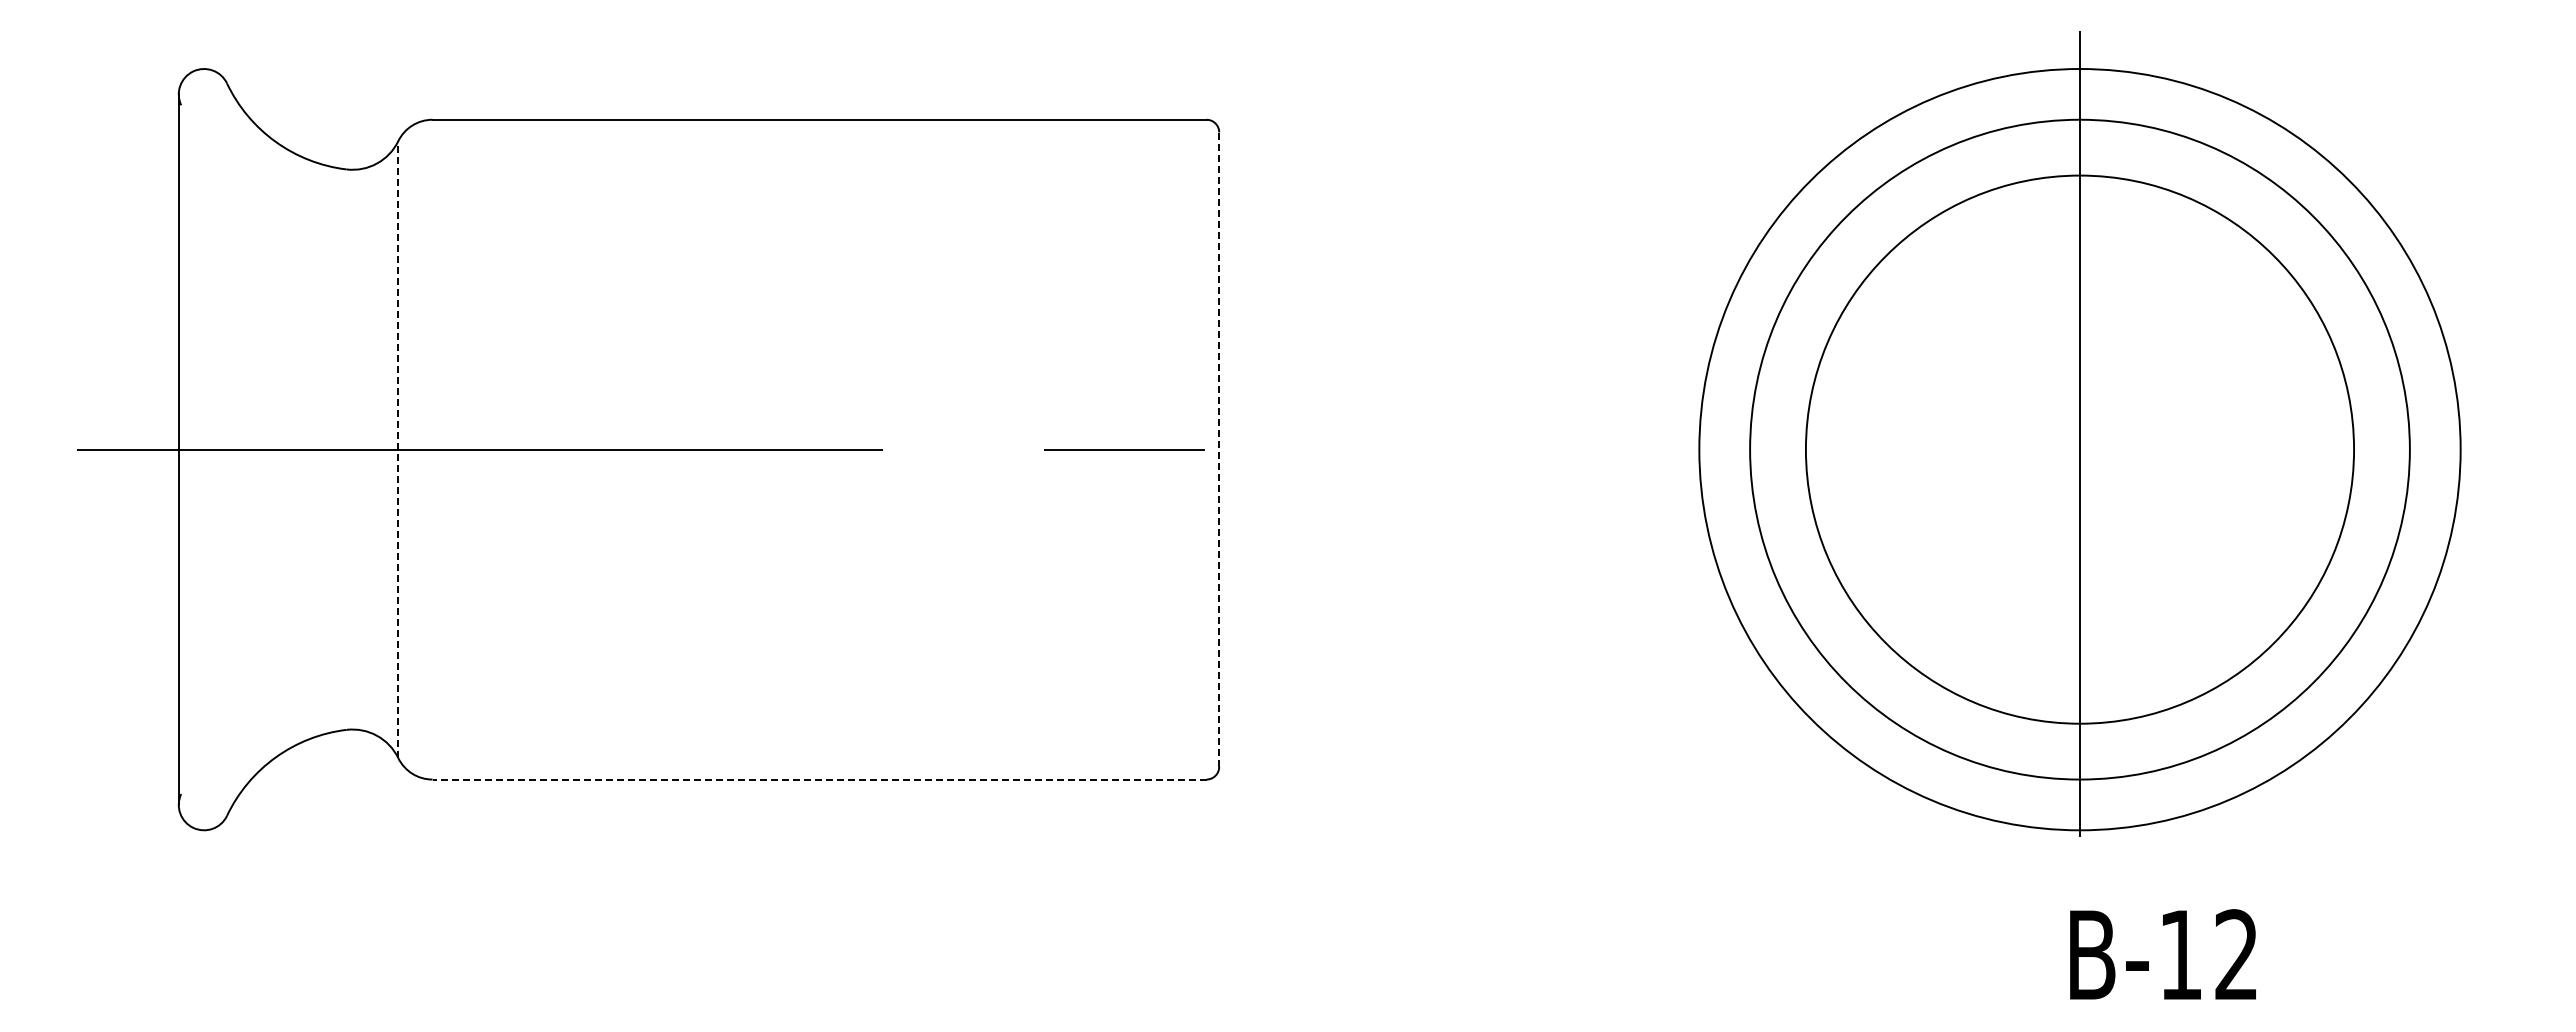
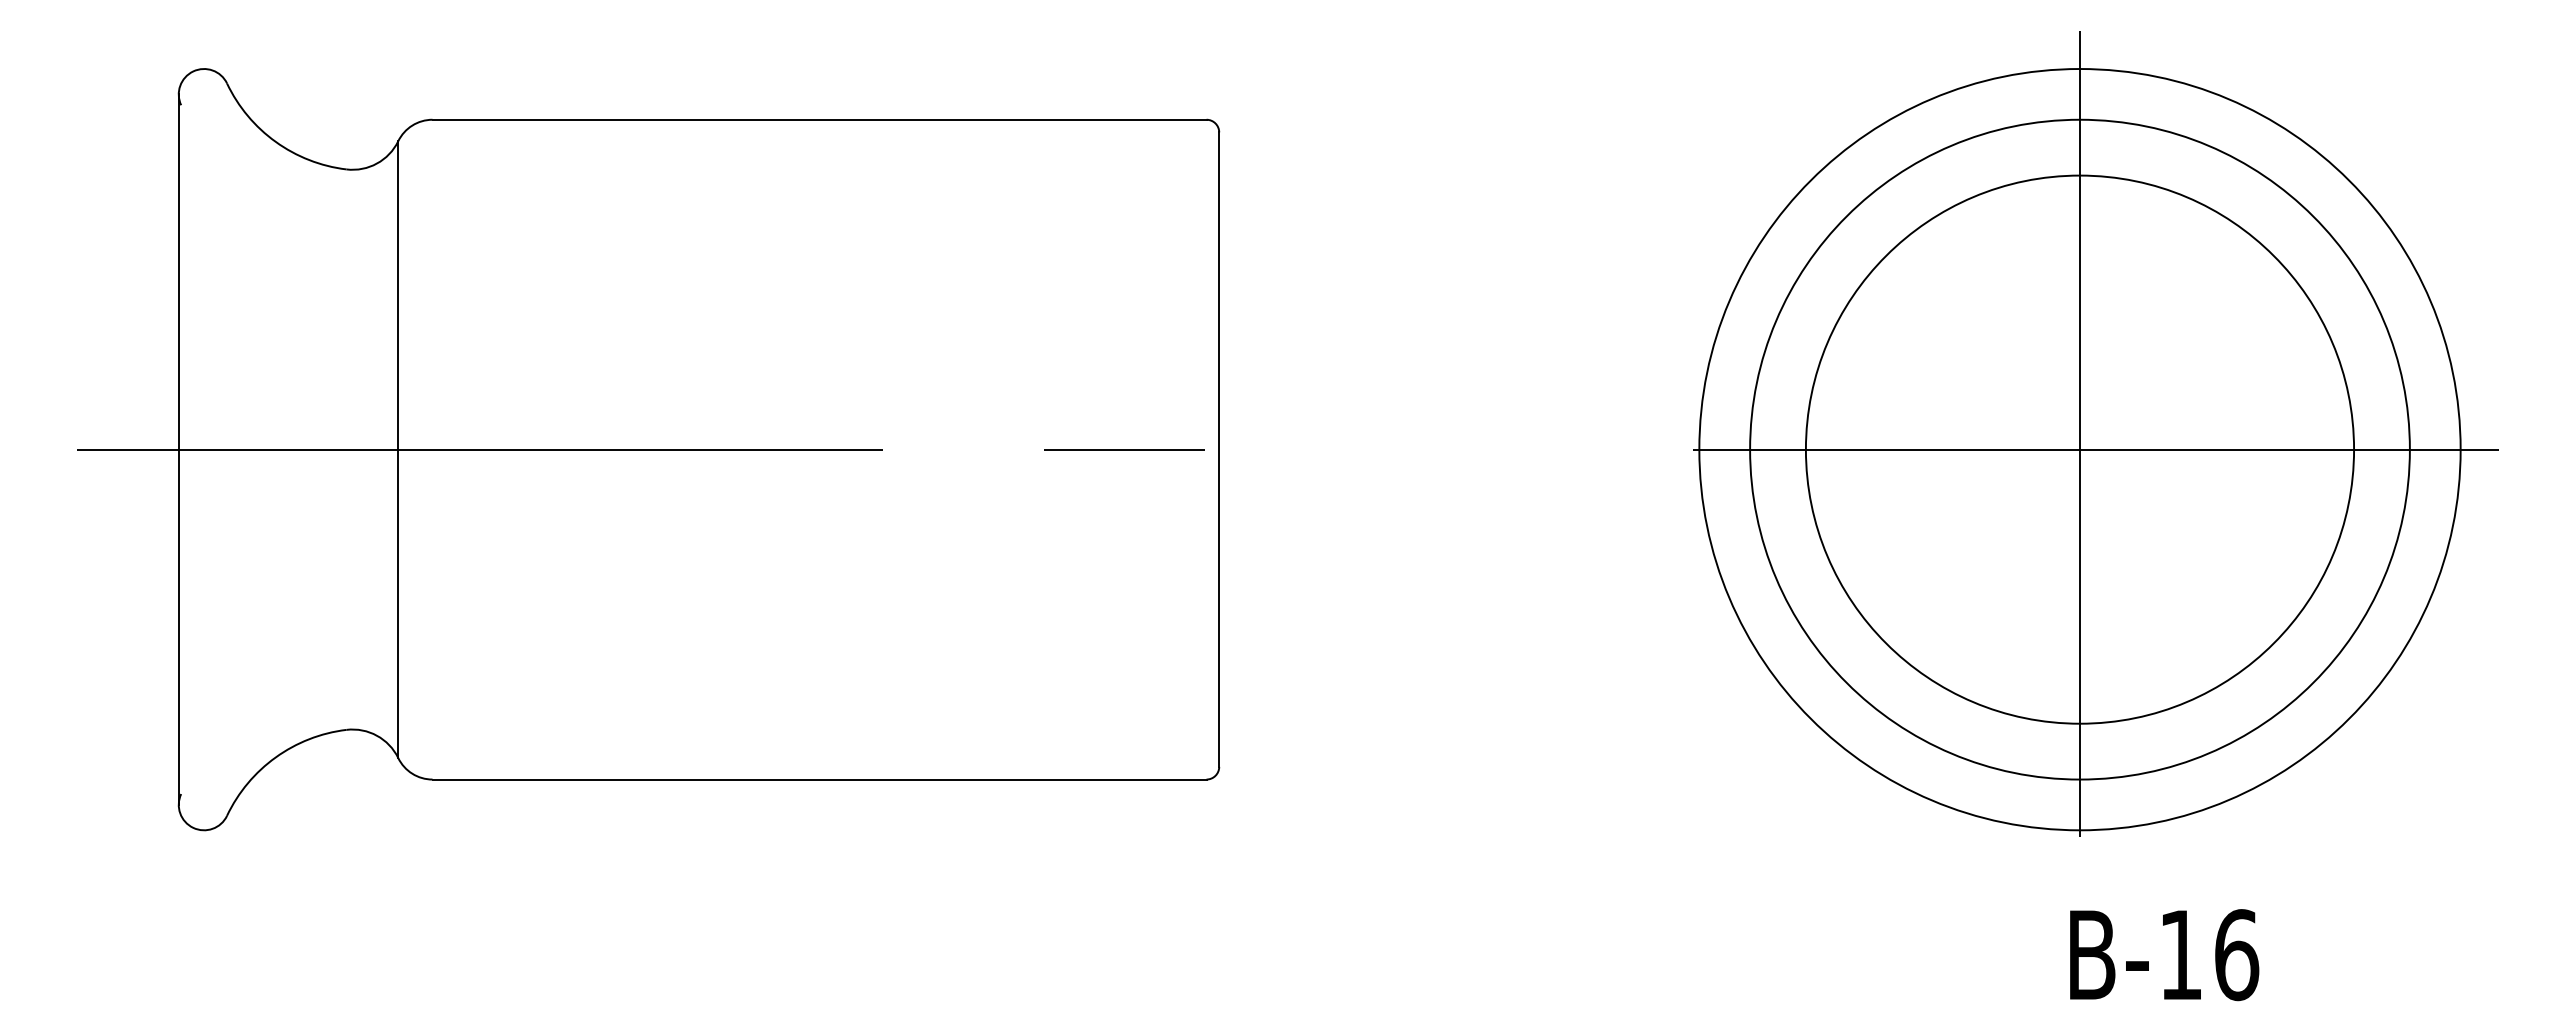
line at (398, 449): dashed -> solid
line at (1219, 449): dashed -> solid
line at (2079, 449): none -> present
line at (819, 779): dashed -> solid
text at (2237, 955): B-12 -> B-16
